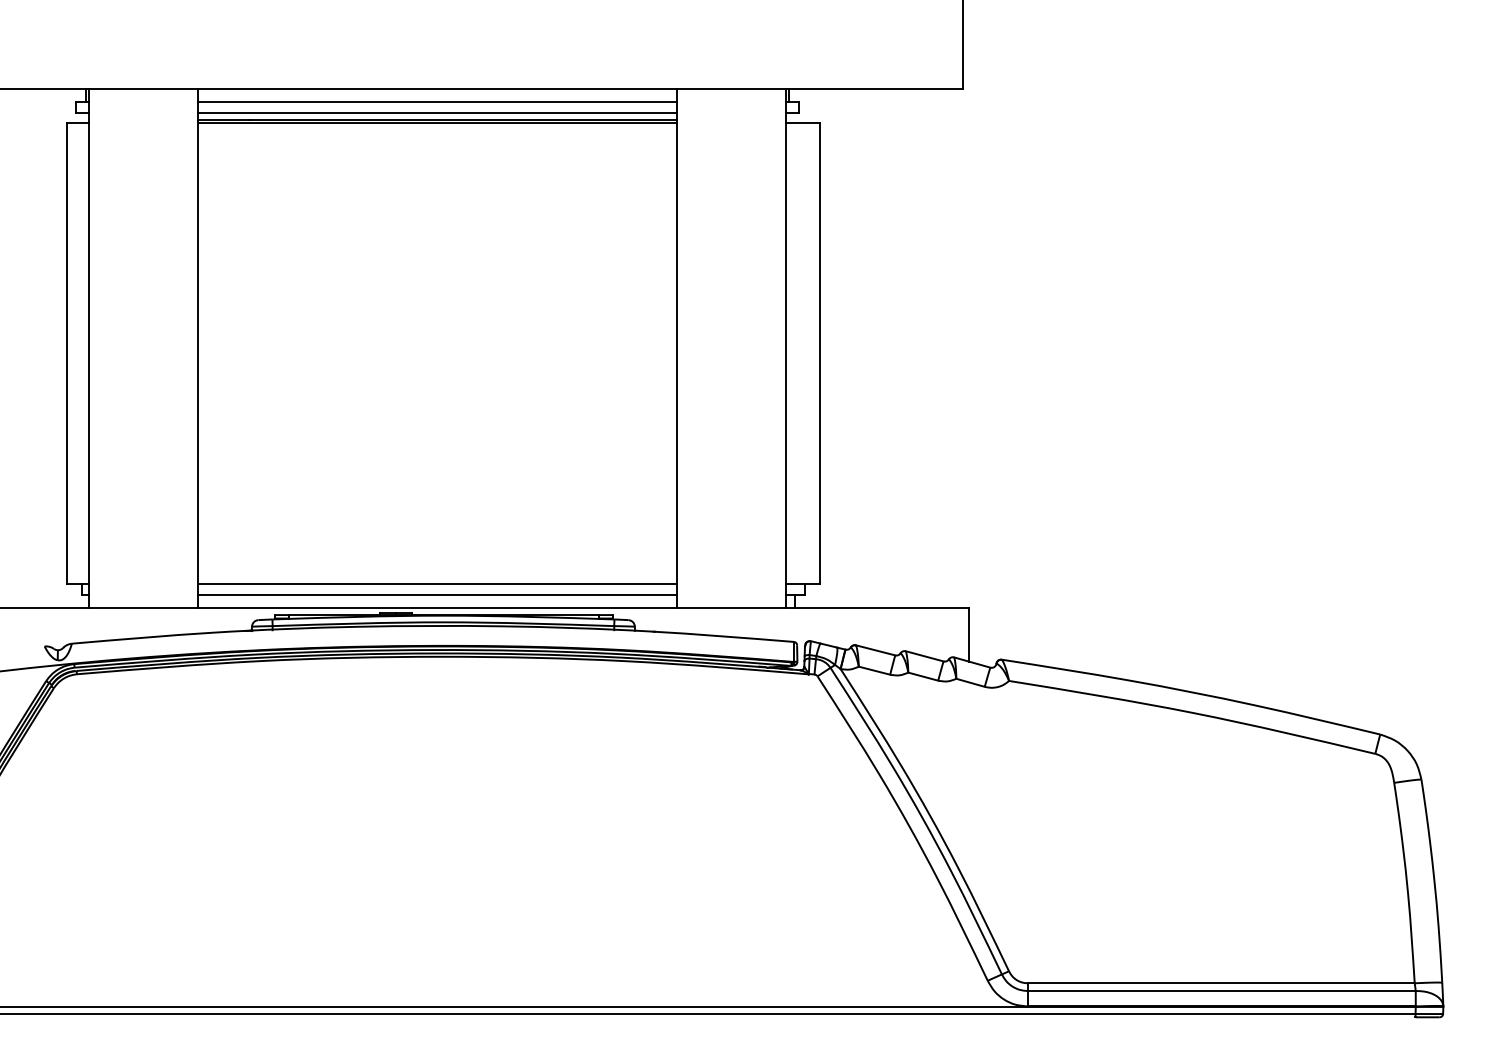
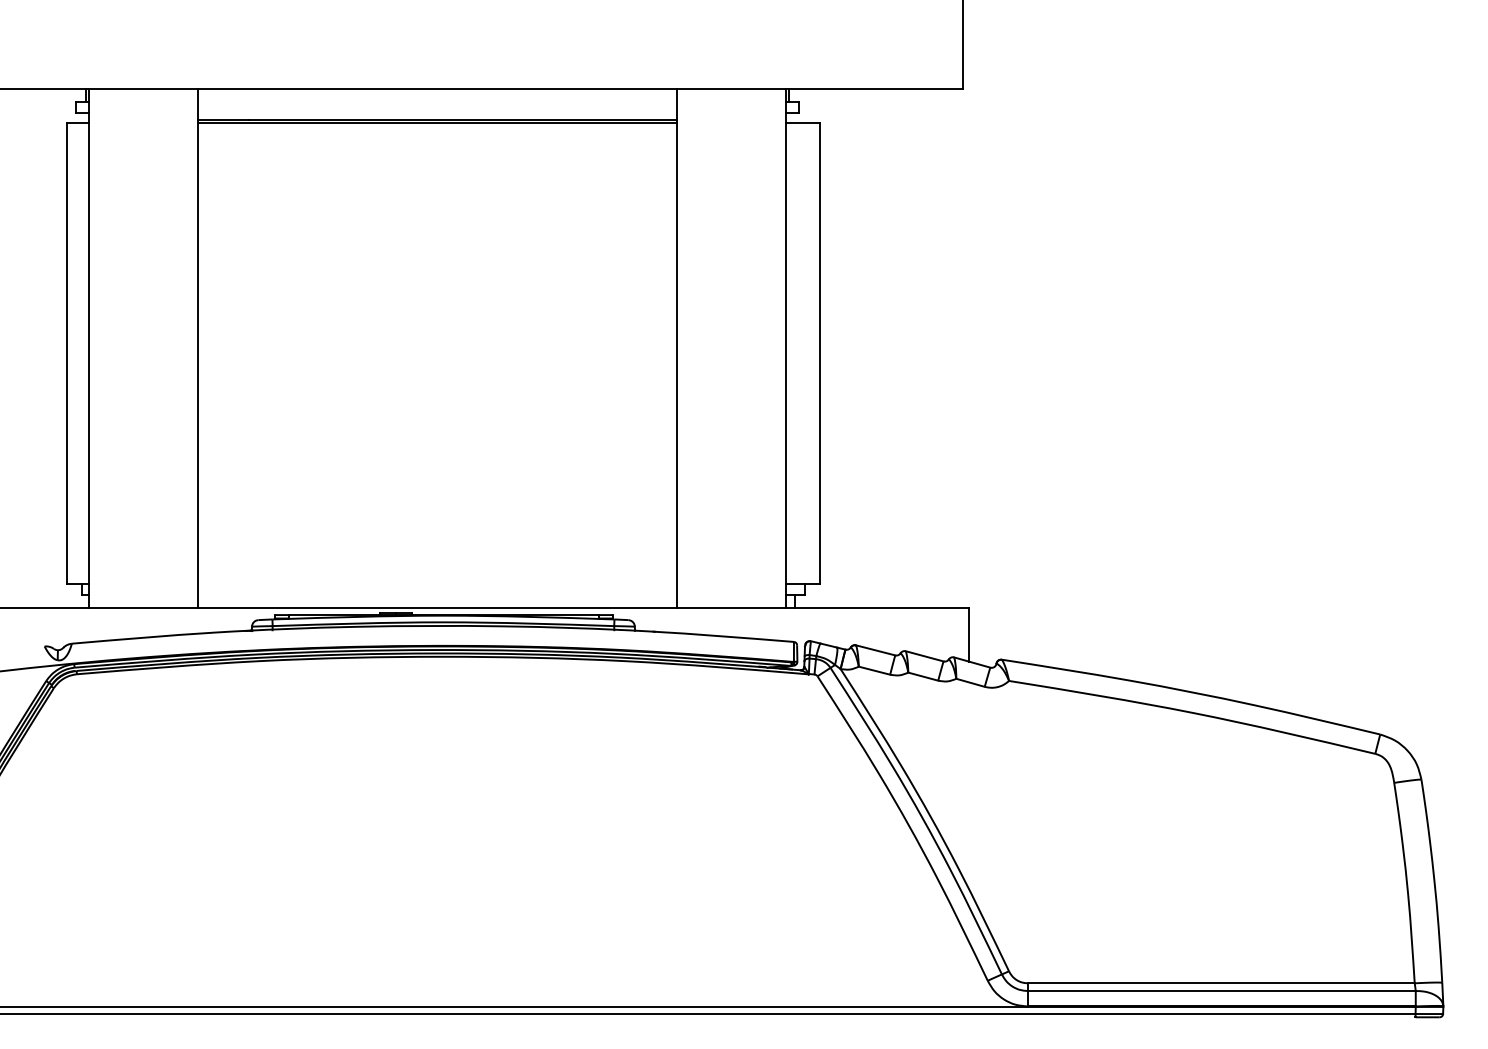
line at (437, 102): present -> none
line at (437, 113): present -> none
line at (437, 583): present -> none
line at (437, 594): present -> none
